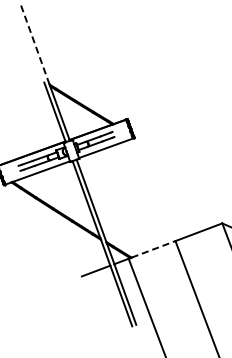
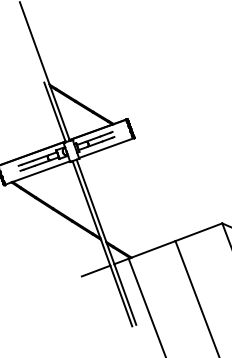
line at (34, 43): dashed -> solid
line at (154, 249): dashed -> solid
